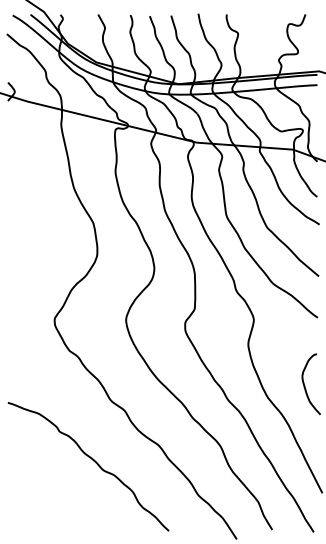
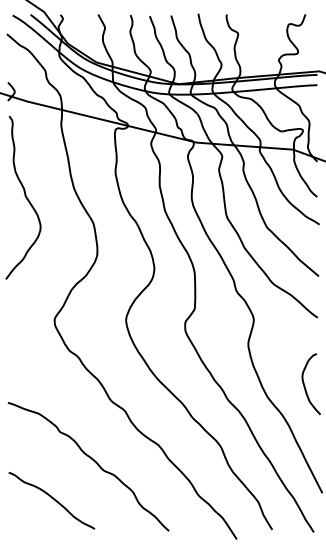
curve at (25, 197): none -> present
curve at (52, 499): none -> present
